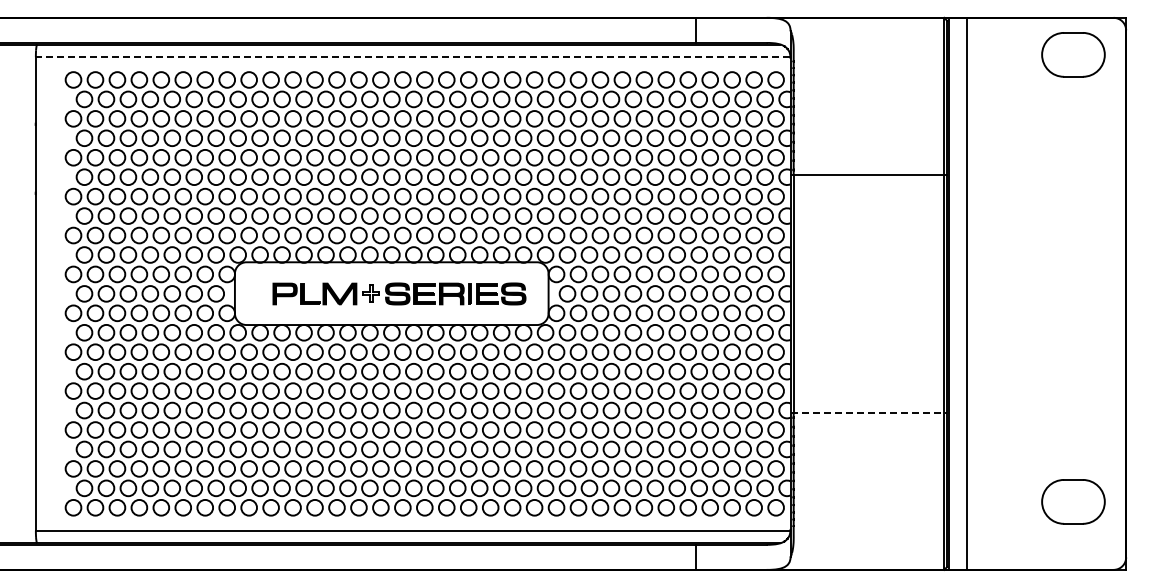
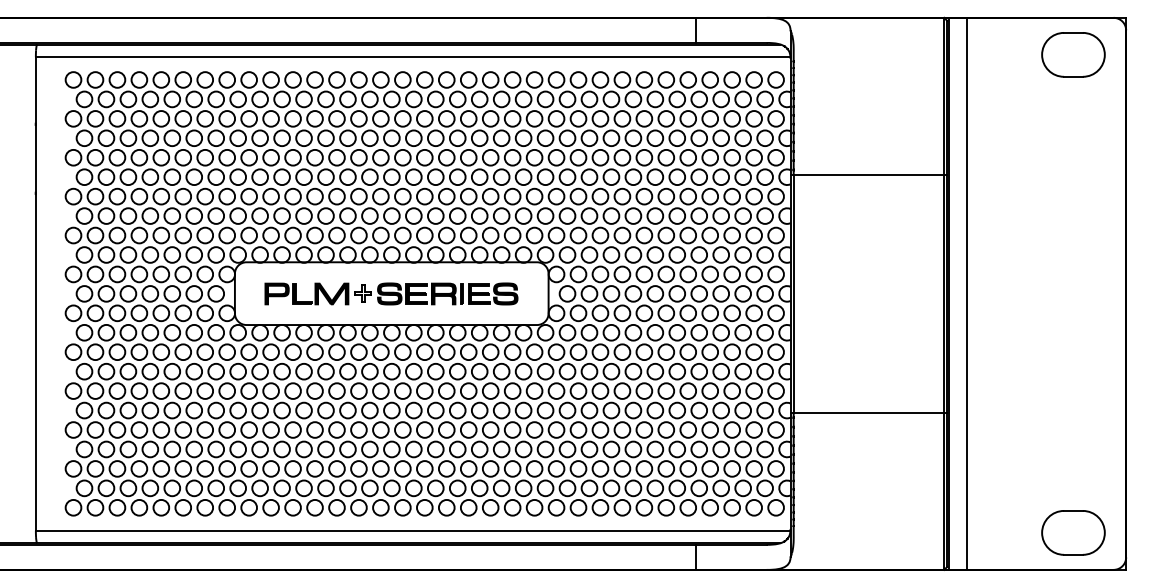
line at (412, 57): dashed -> solid
part at (399, 293) position: (399, 293) -> (391, 293)
line at (869, 413): dashed -> solid
part at (1073, 501) position: (1073, 501) -> (1073, 532)
